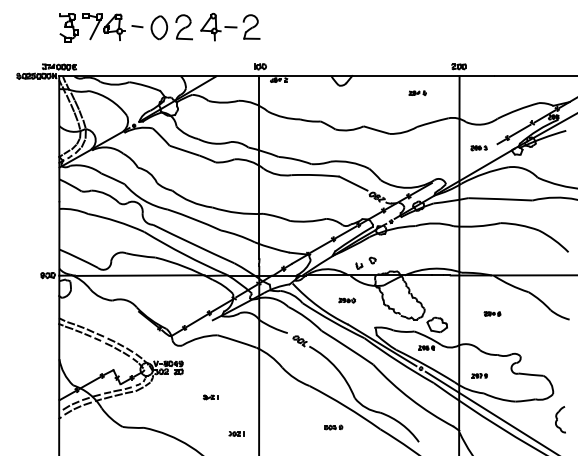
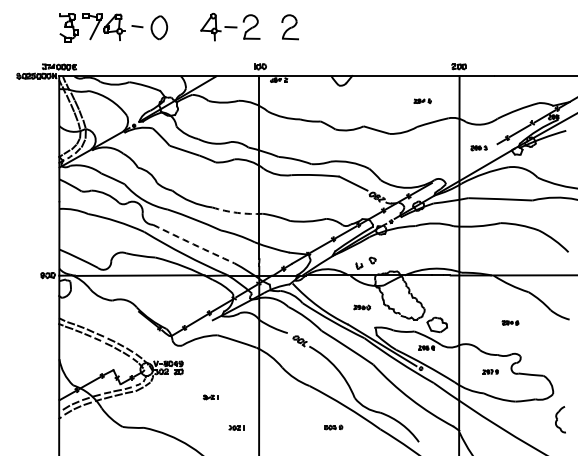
part at (183, 27) position: (183, 27) -> (289, 27)
part at (417, 93) position: (417, 93) -> (422, 101)
arc at (237, 212): solid -> dashed
arc at (193, 244): solid -> dashed
part at (347, 300) position: (347, 300) -> (362, 307)
part at (492, 313) position: (492, 313) -> (510, 322)
part at (479, 375) position: (479, 375) -> (490, 371)
line at (489, 411): present -> none
part at (236, 433) position: (236, 433) -> (236, 427)
